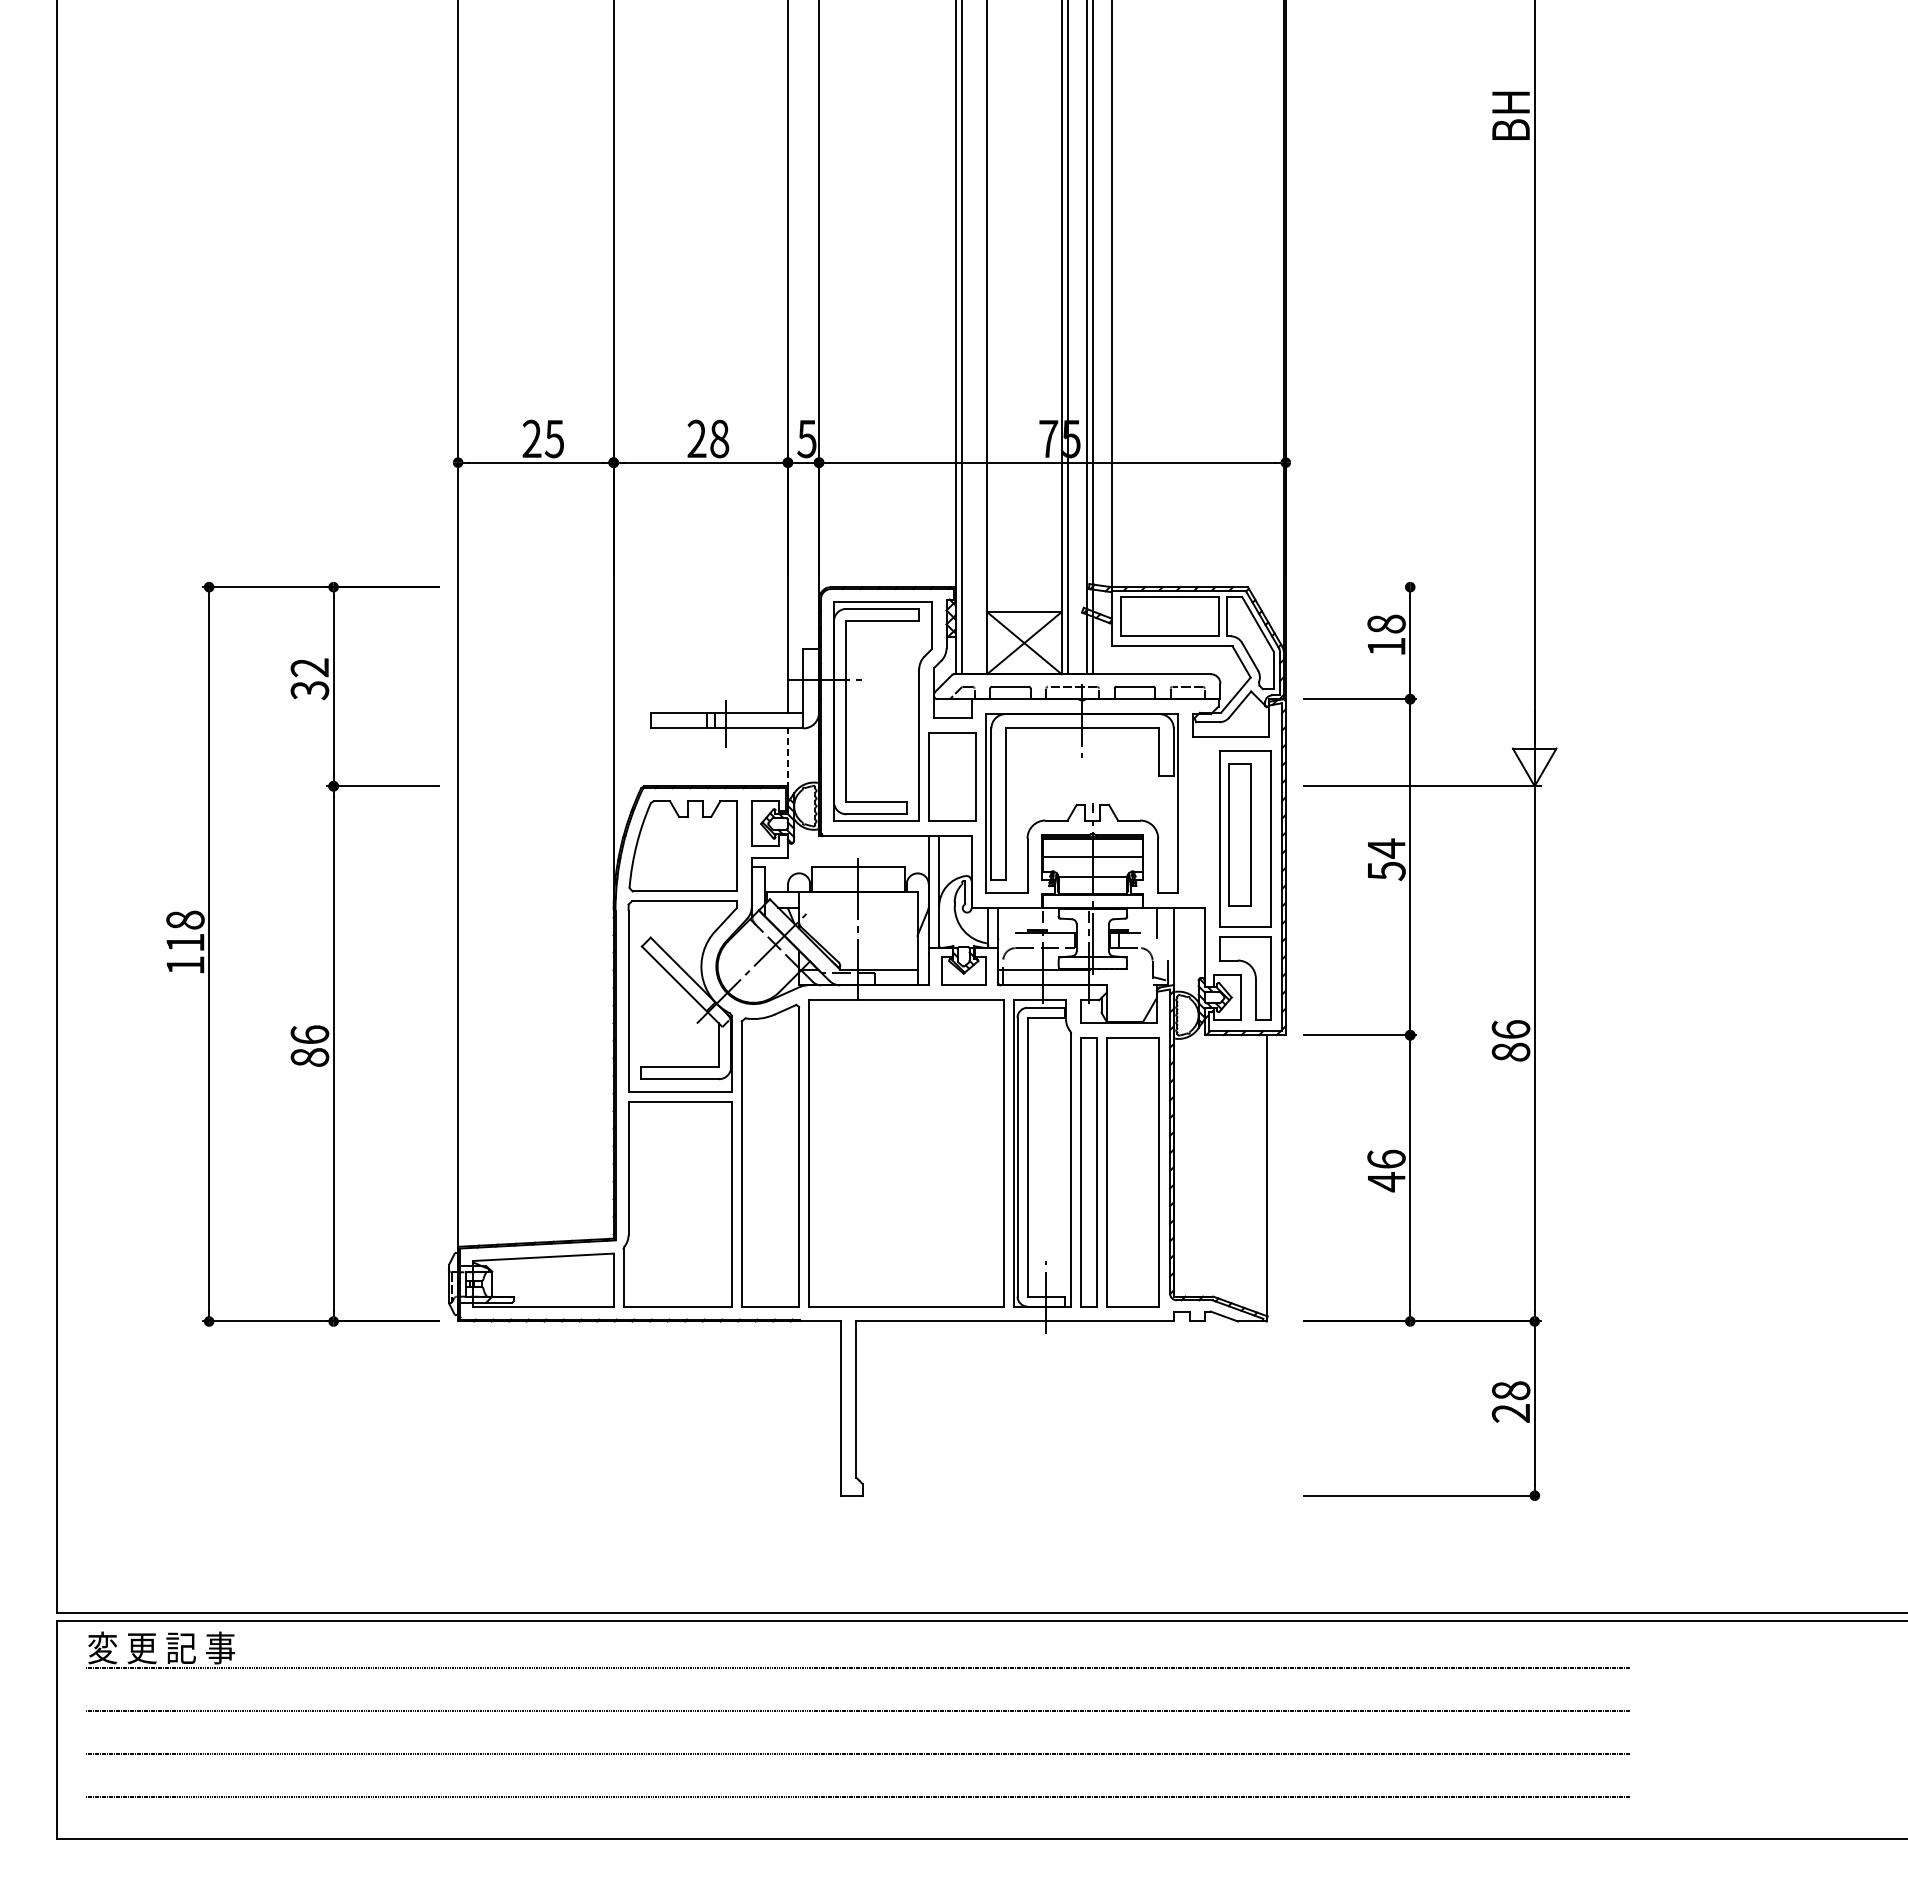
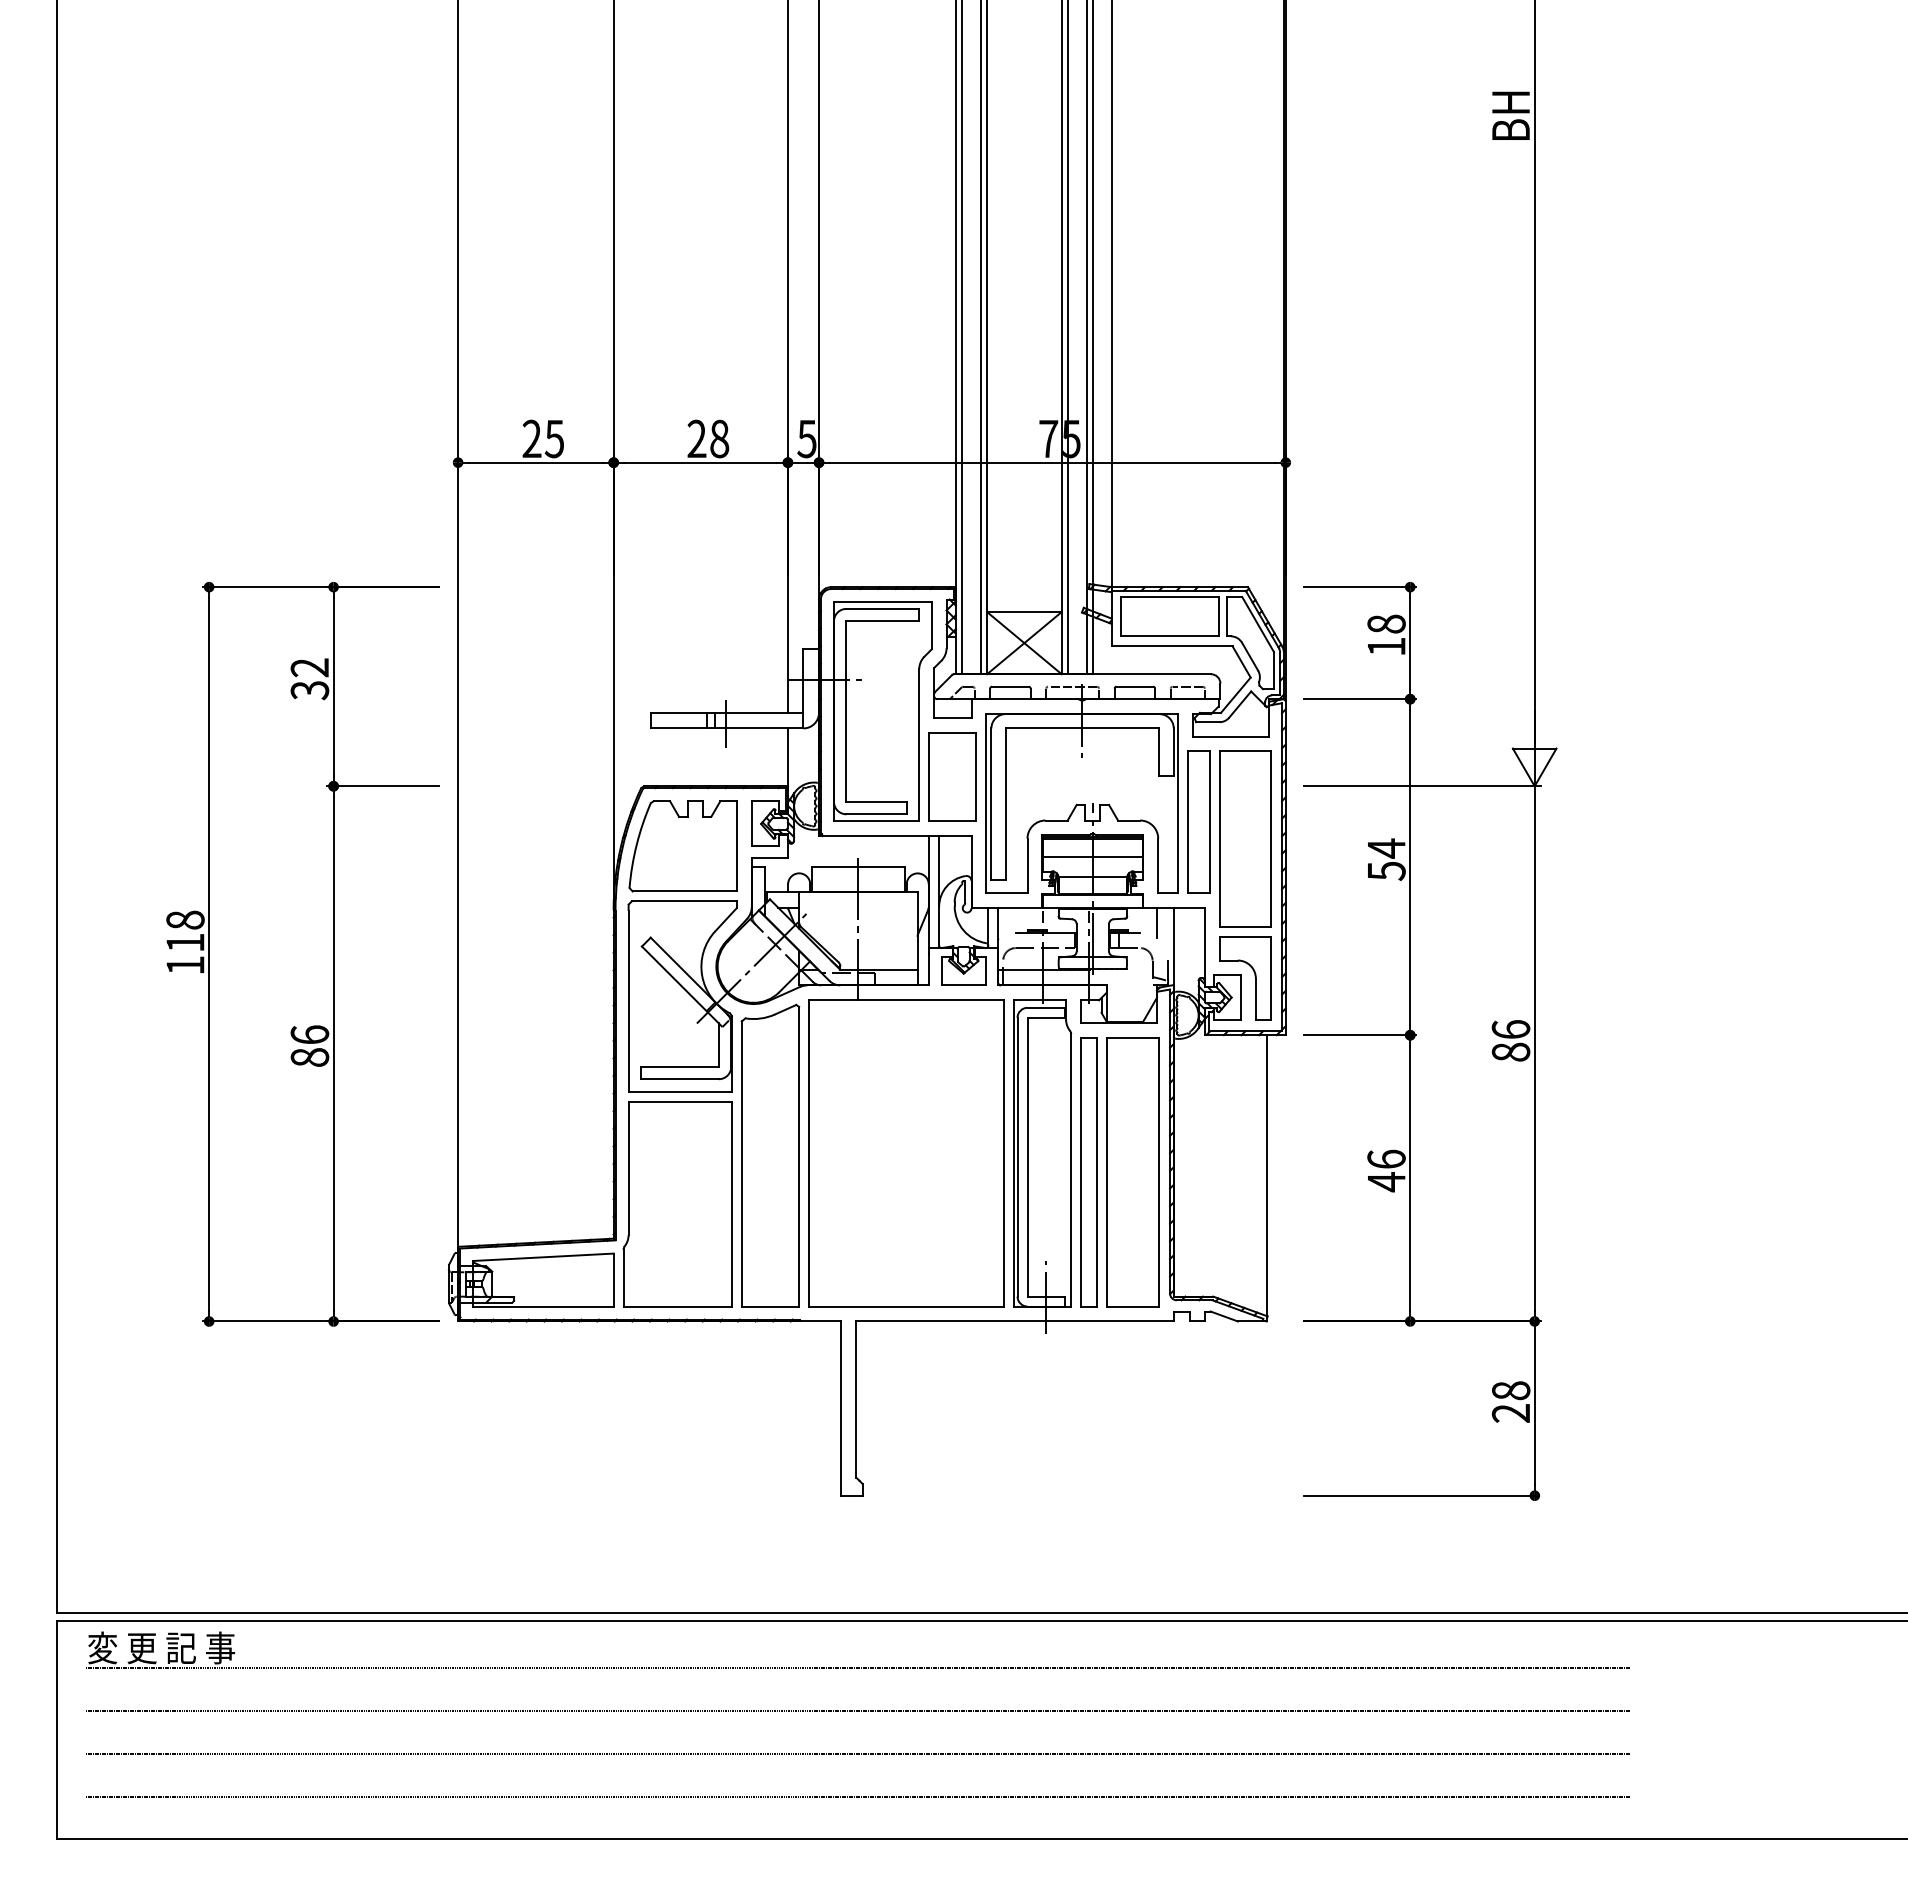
line at (980, 338): none -> present
line at (1360, 587): none -> present
line at (787, 758): dashed -> solid
part at (1239, 834) position: (1239, 834) -> (1198, 821)
